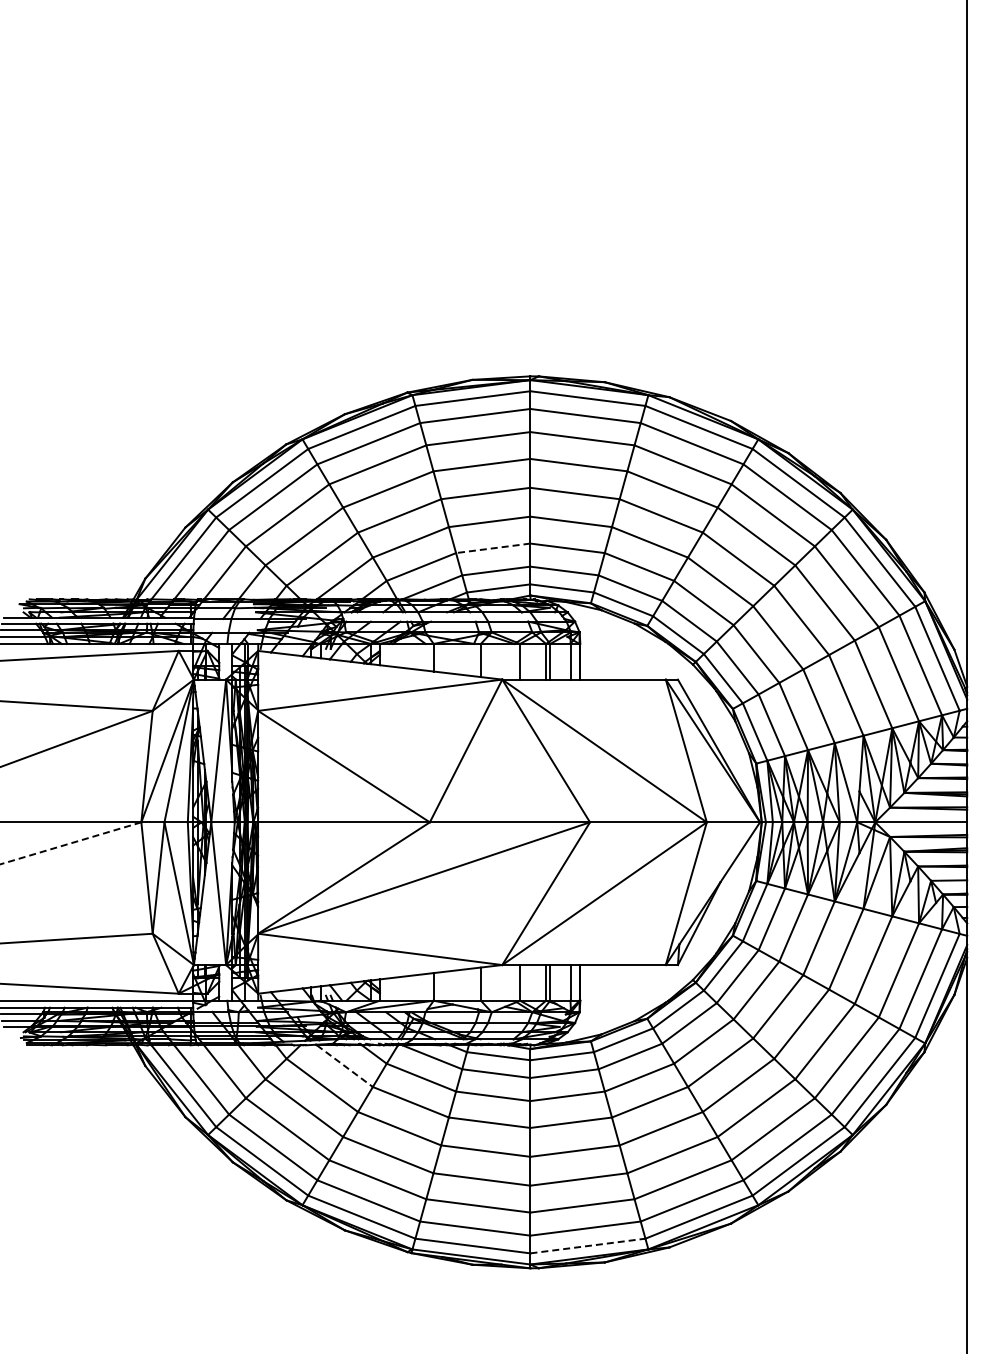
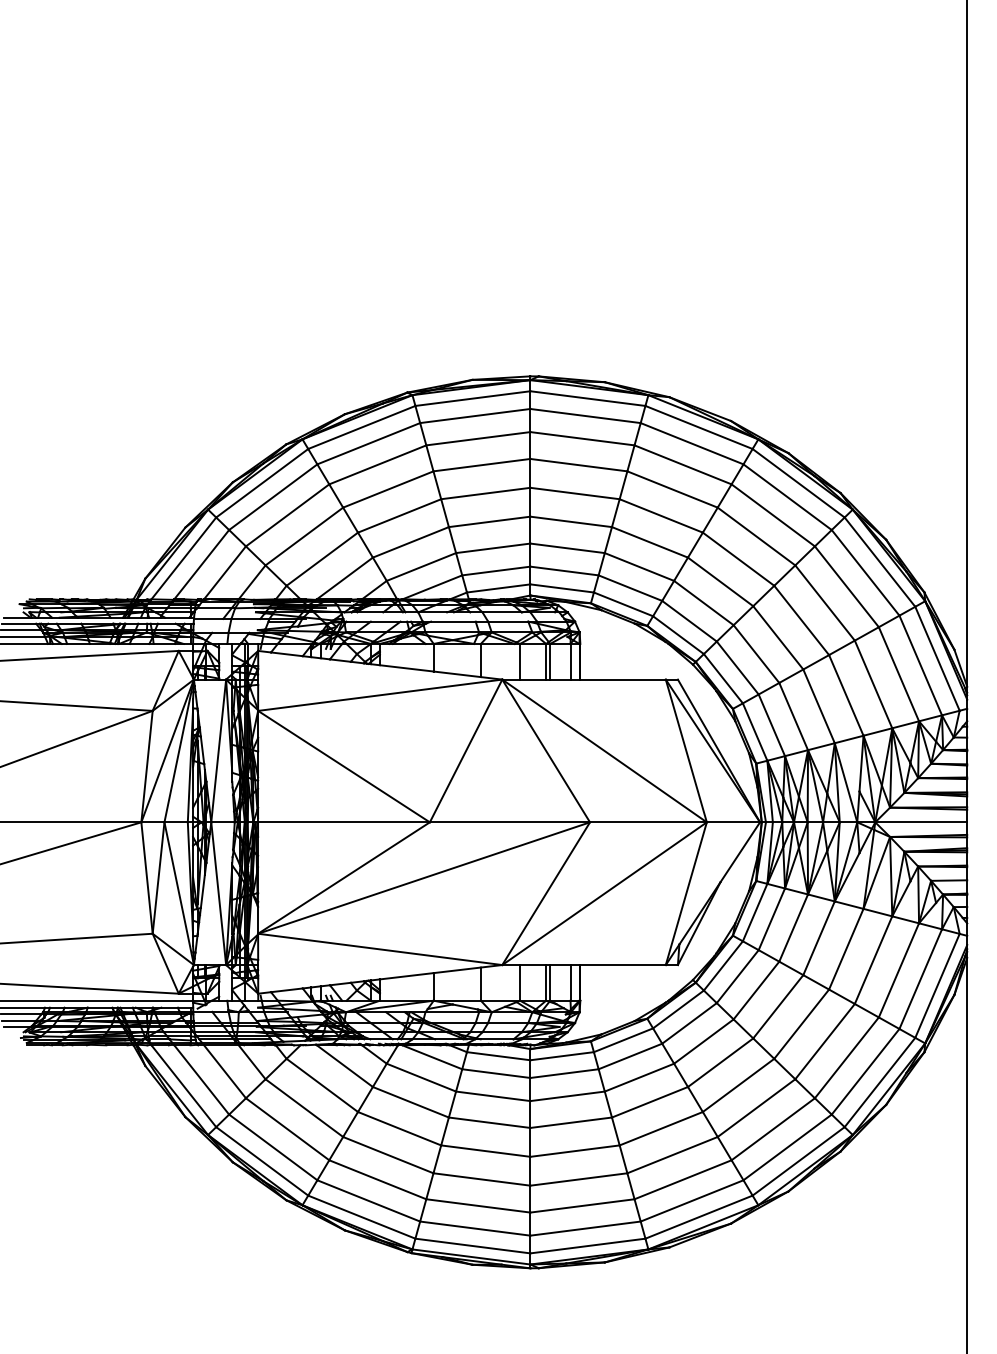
line at (492, 548): dashed -> solid
line at (70, 843): dashed -> solid
line at (344, 1066): dashed -> solid
line at (587, 1246): dashed -> solid
